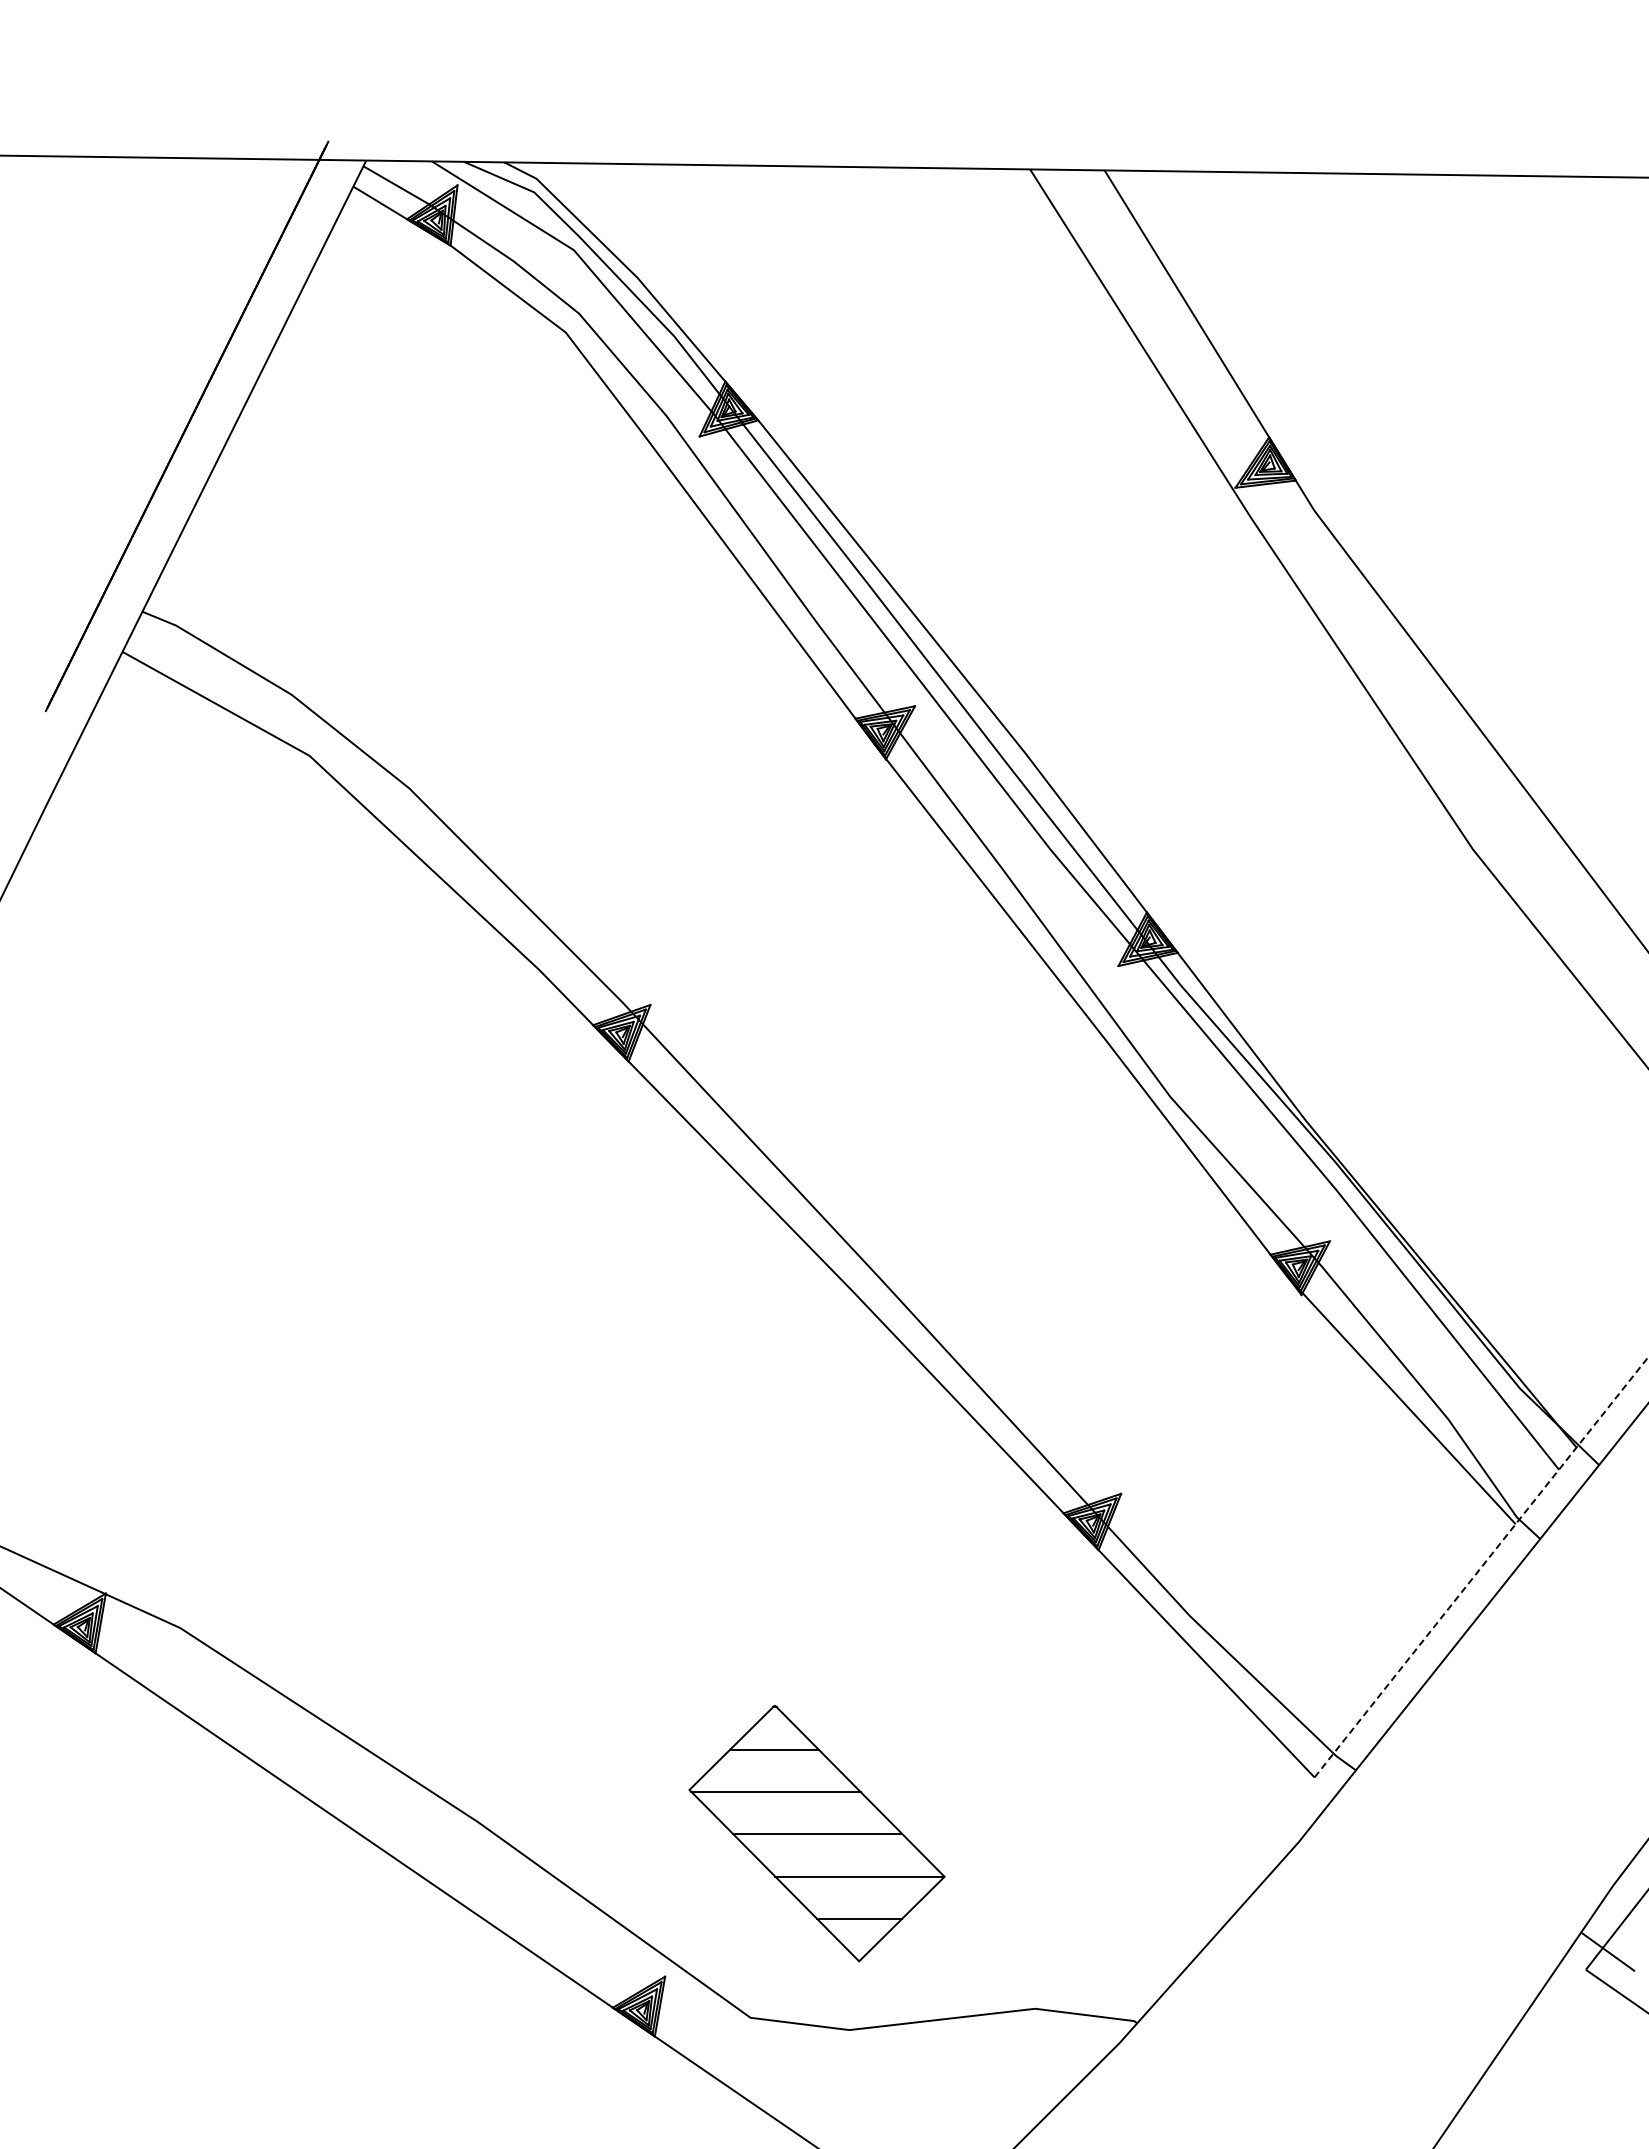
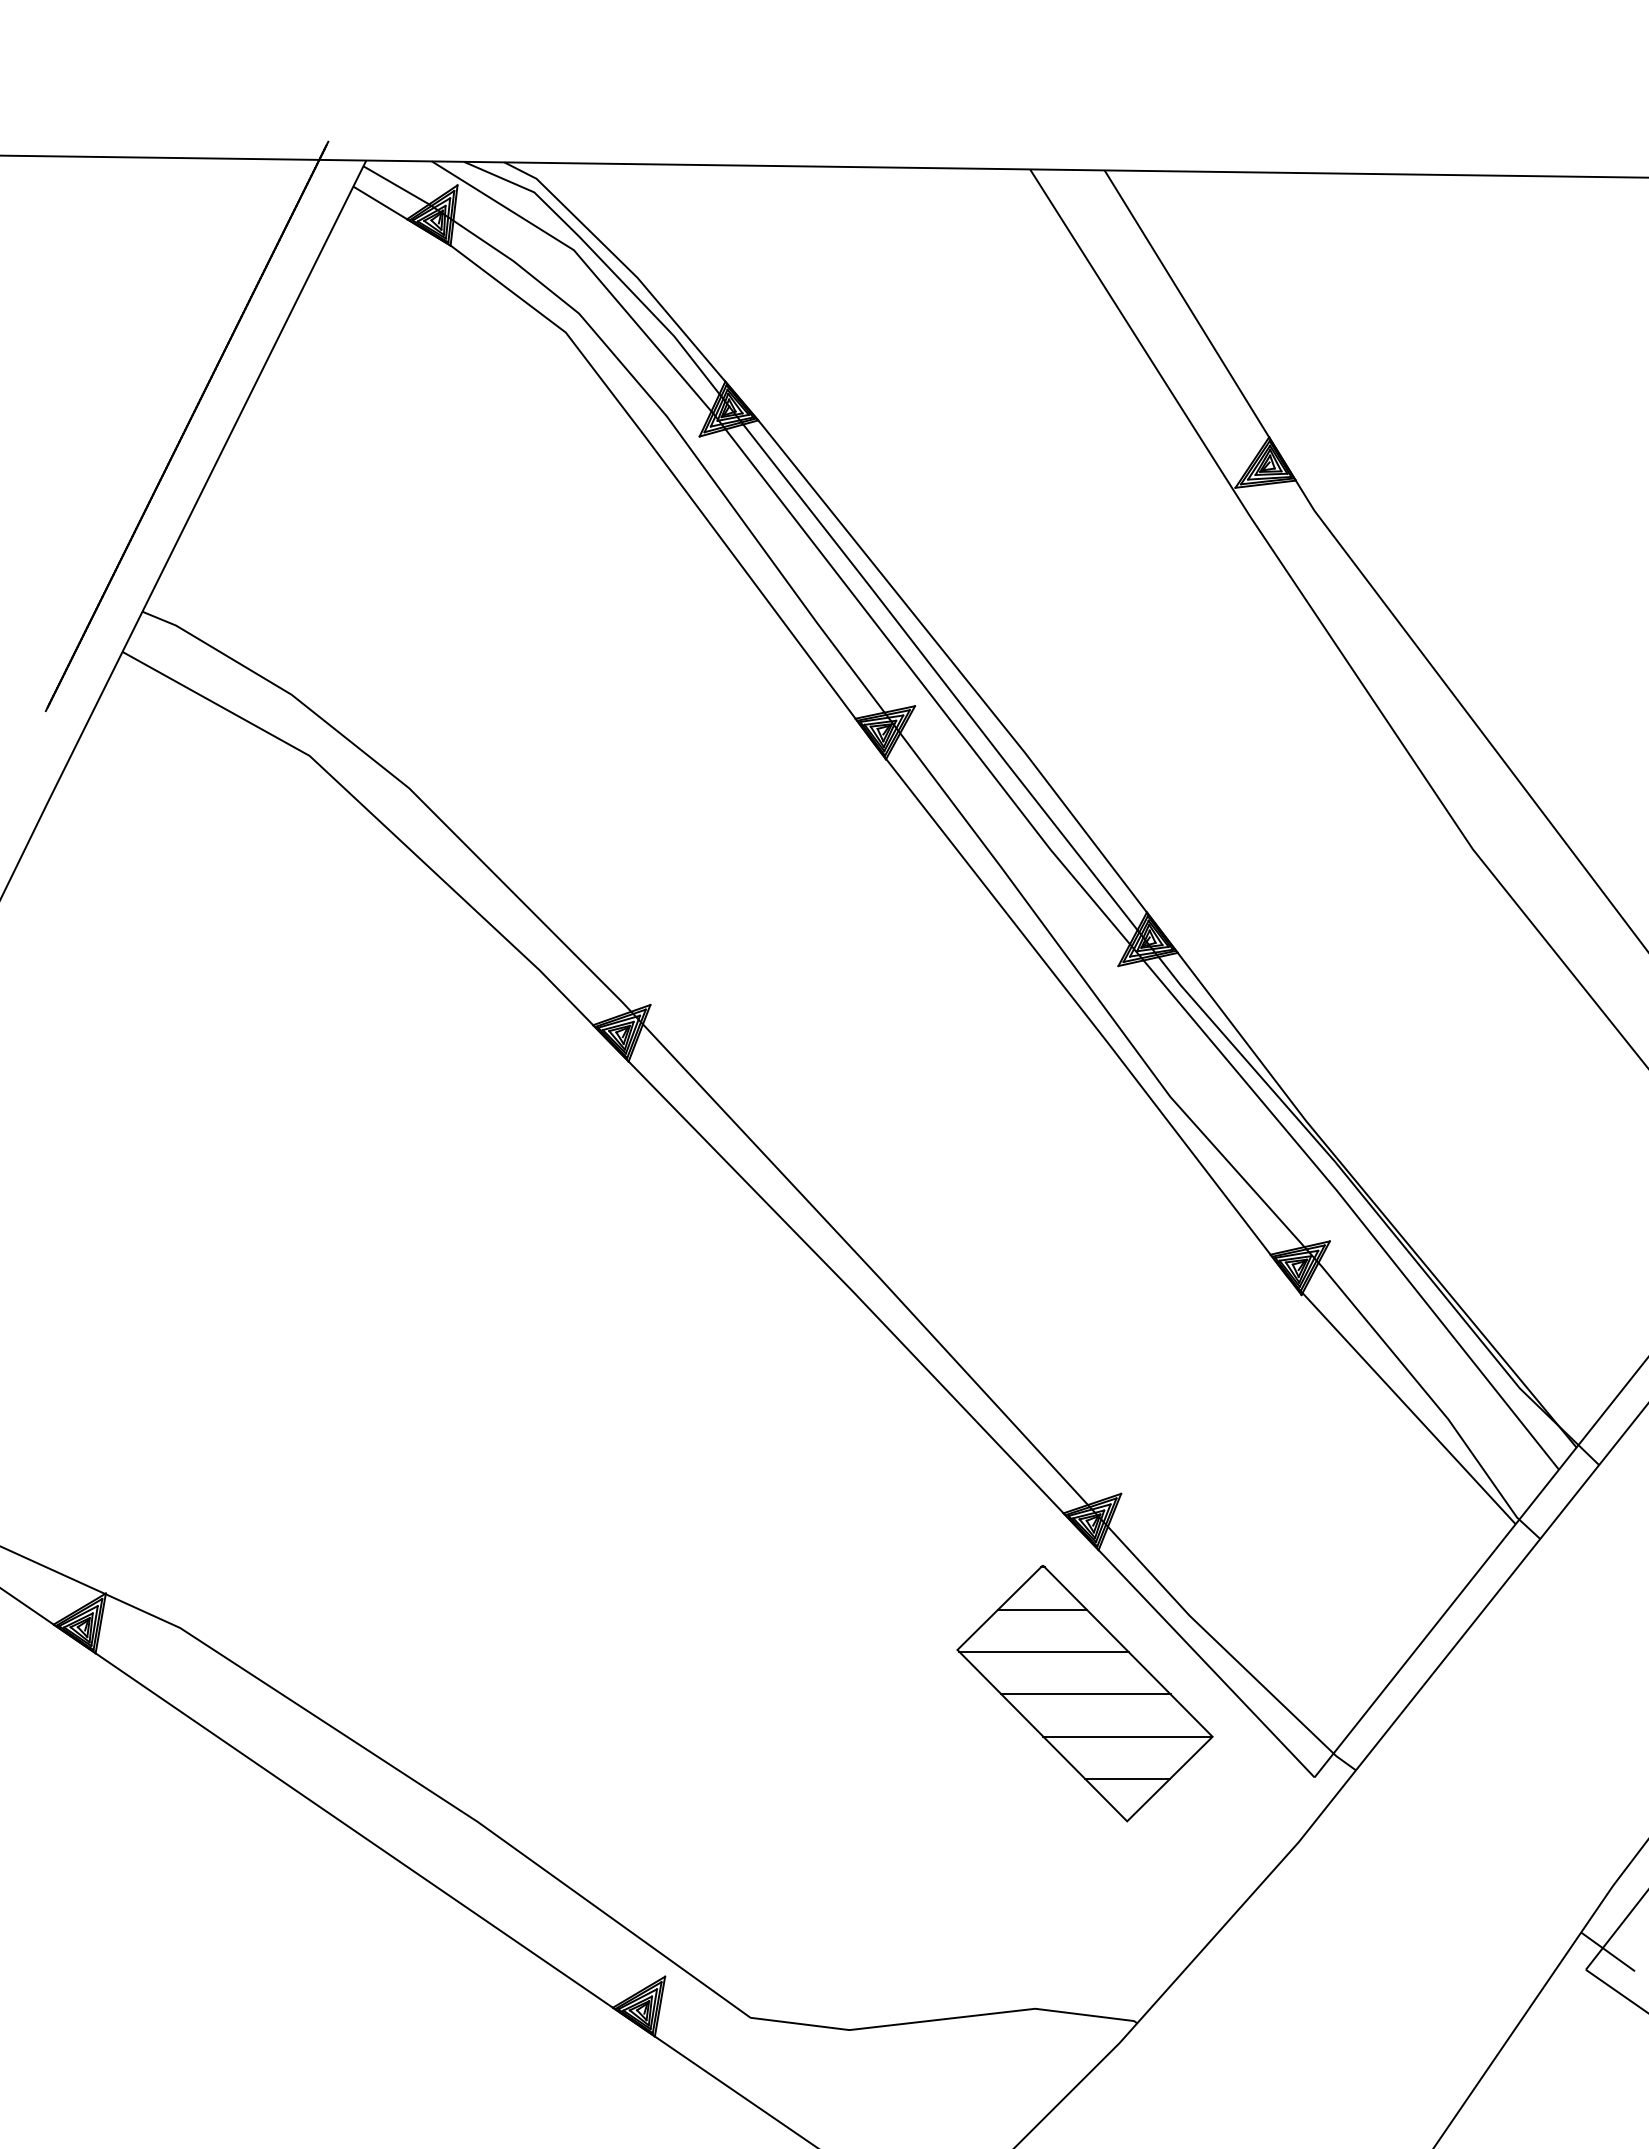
line at (1481, 1566): dashed -> solid
part at (816, 1833) position: (816, 1833) -> (1084, 1693)
